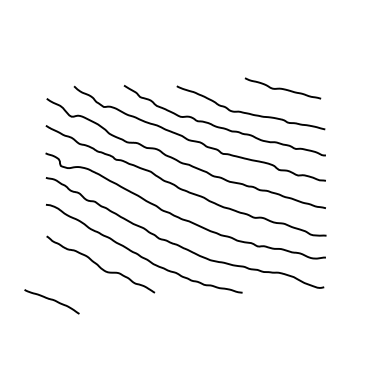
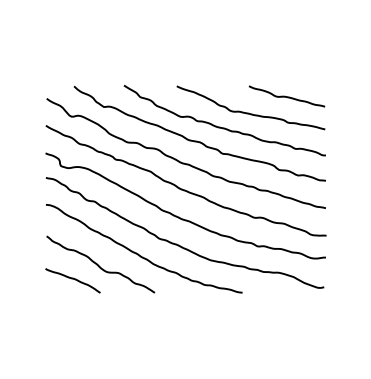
curve at (282, 88) position: (282, 88) -> (286, 96)
curve at (51, 300) position: (51, 300) -> (72, 279)
